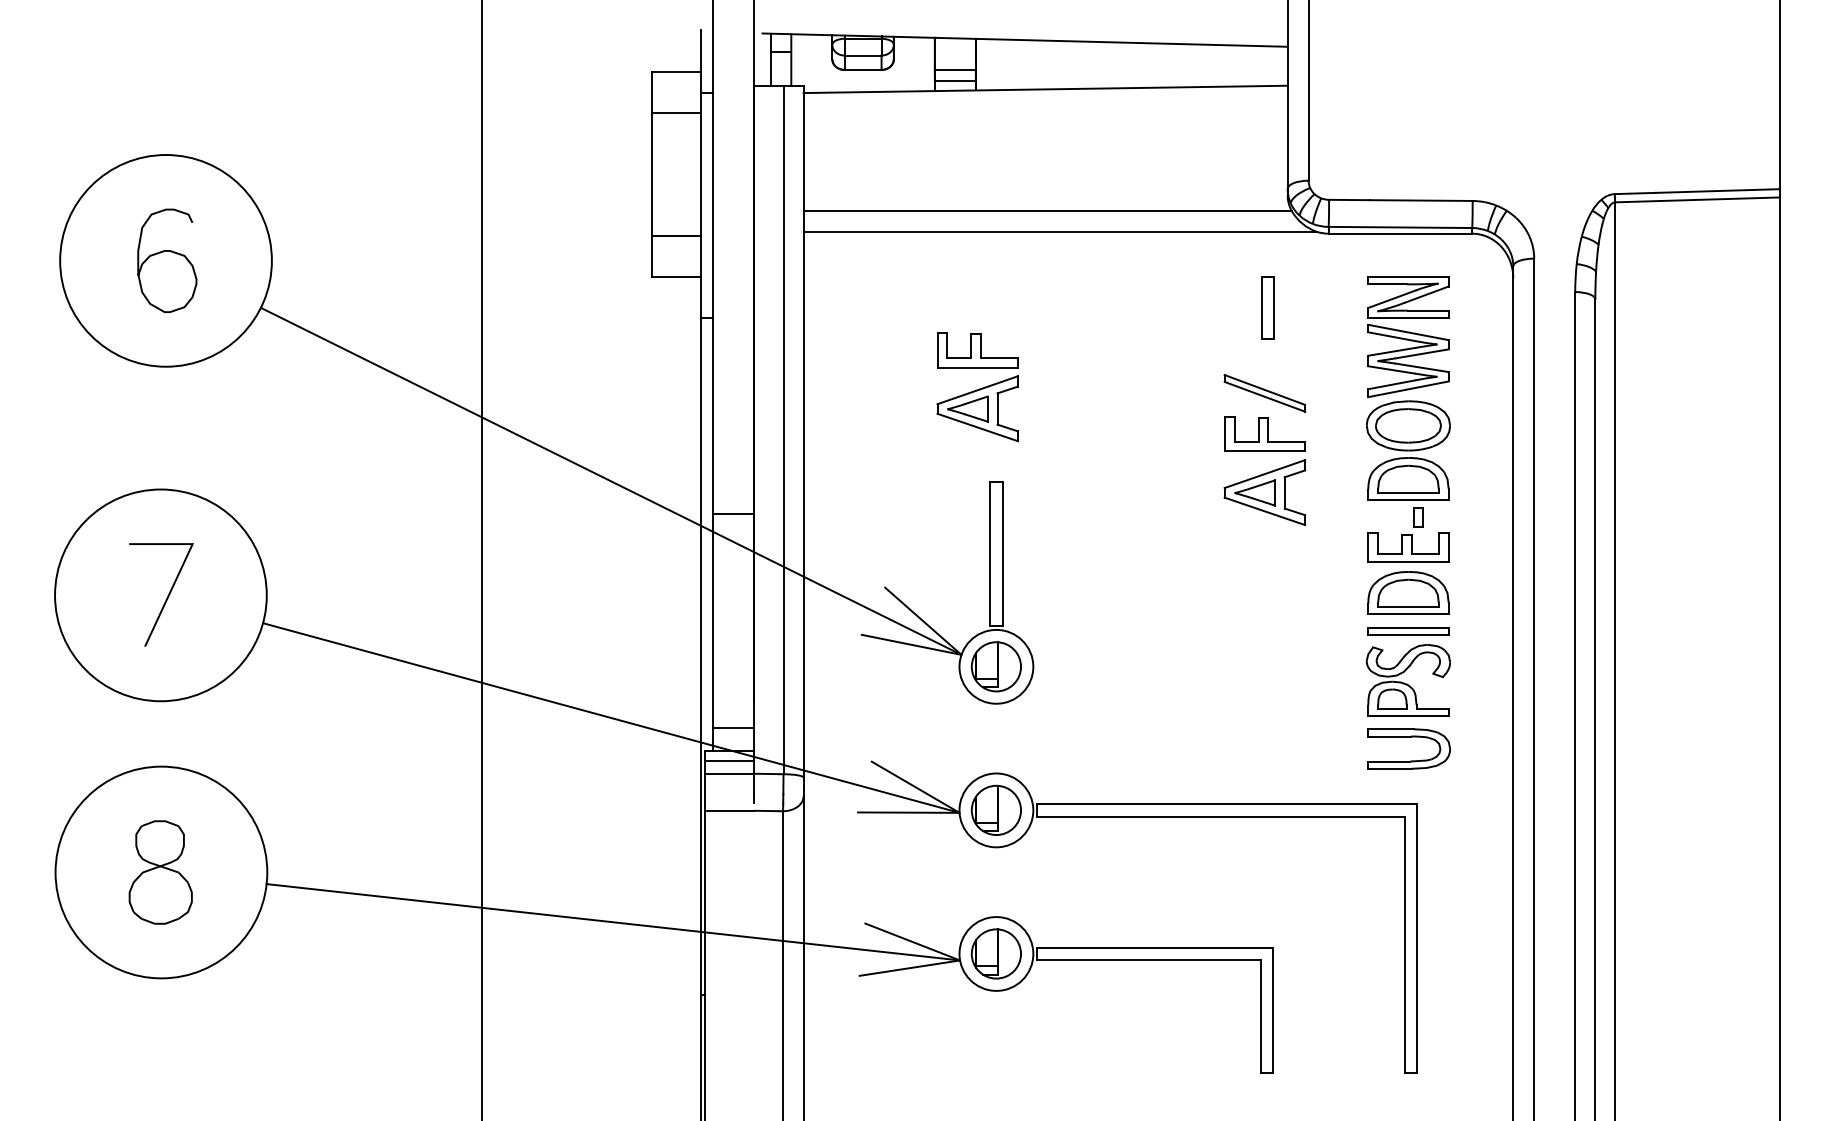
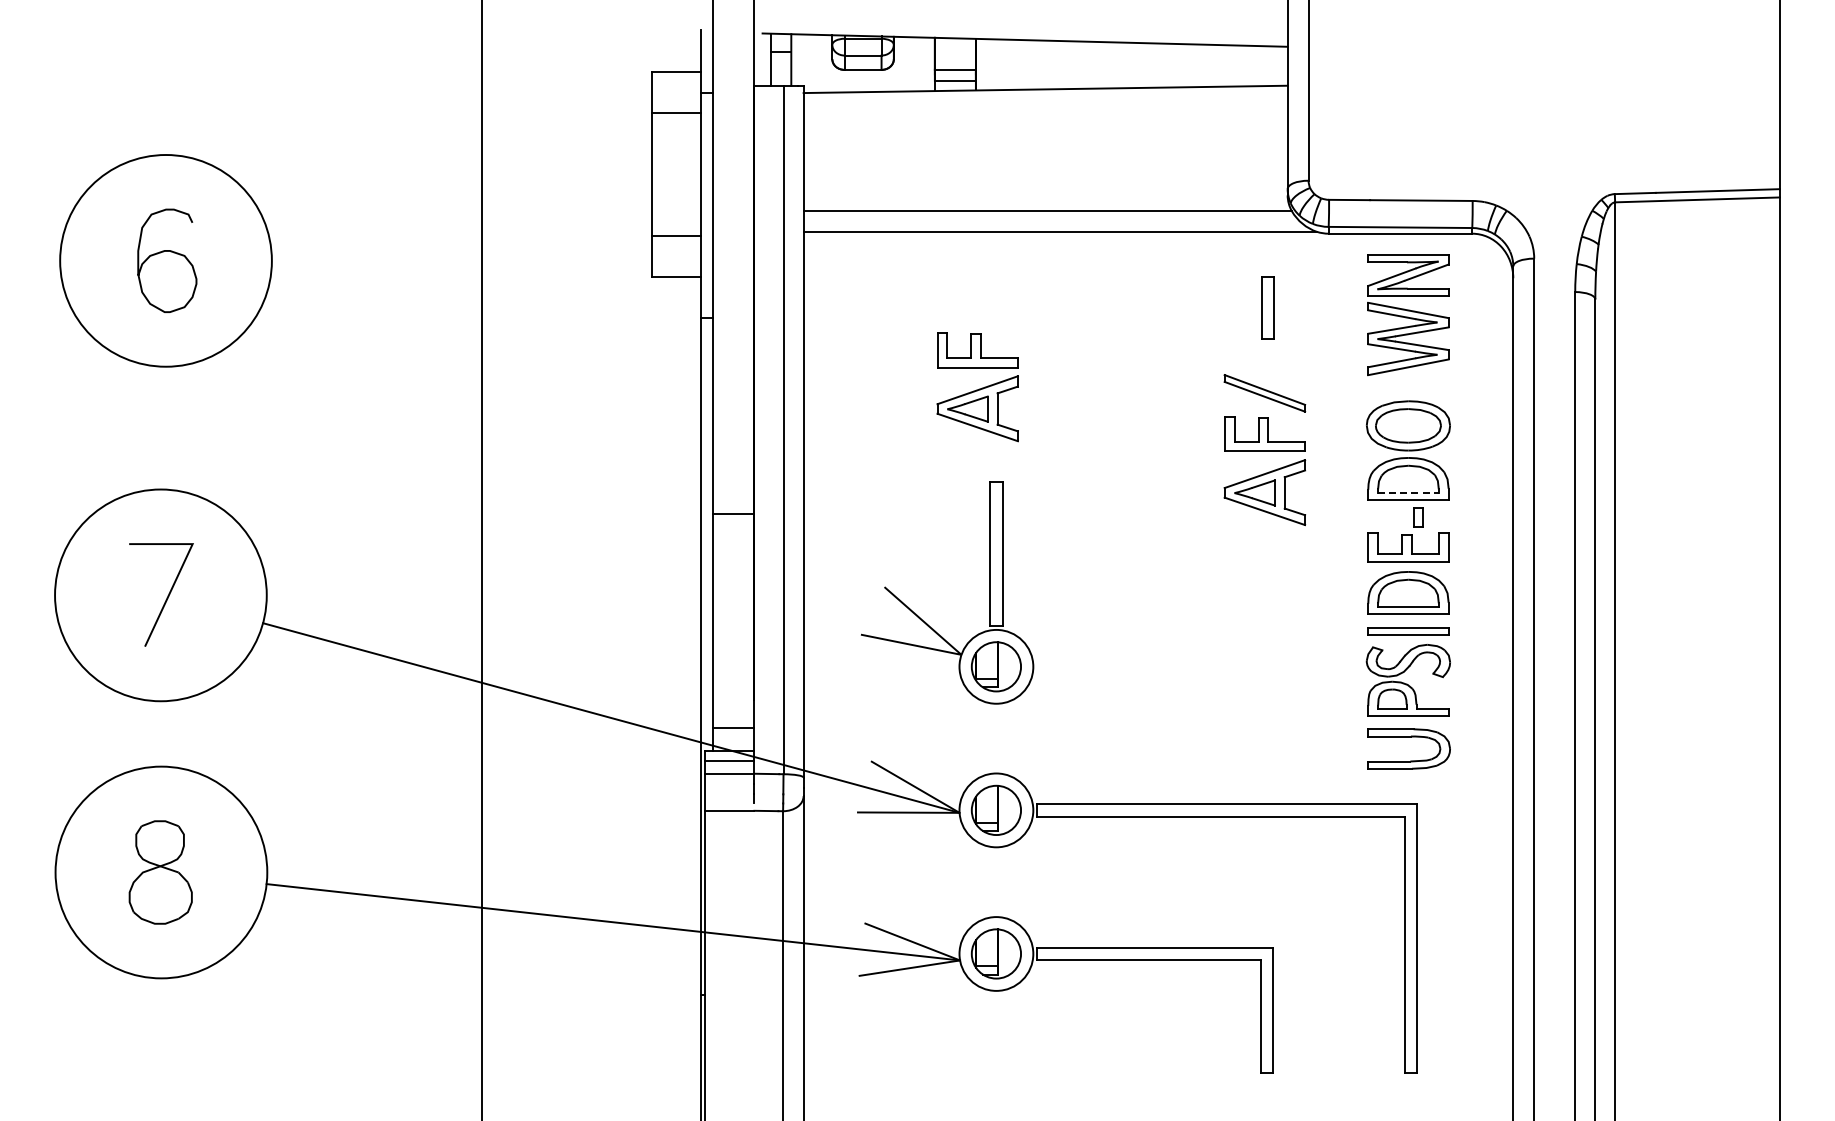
part at (1408, 337) position: (1408, 337) -> (1408, 315)
line at (610, 480): present -> none
line at (1408, 493): solid -> dashed
